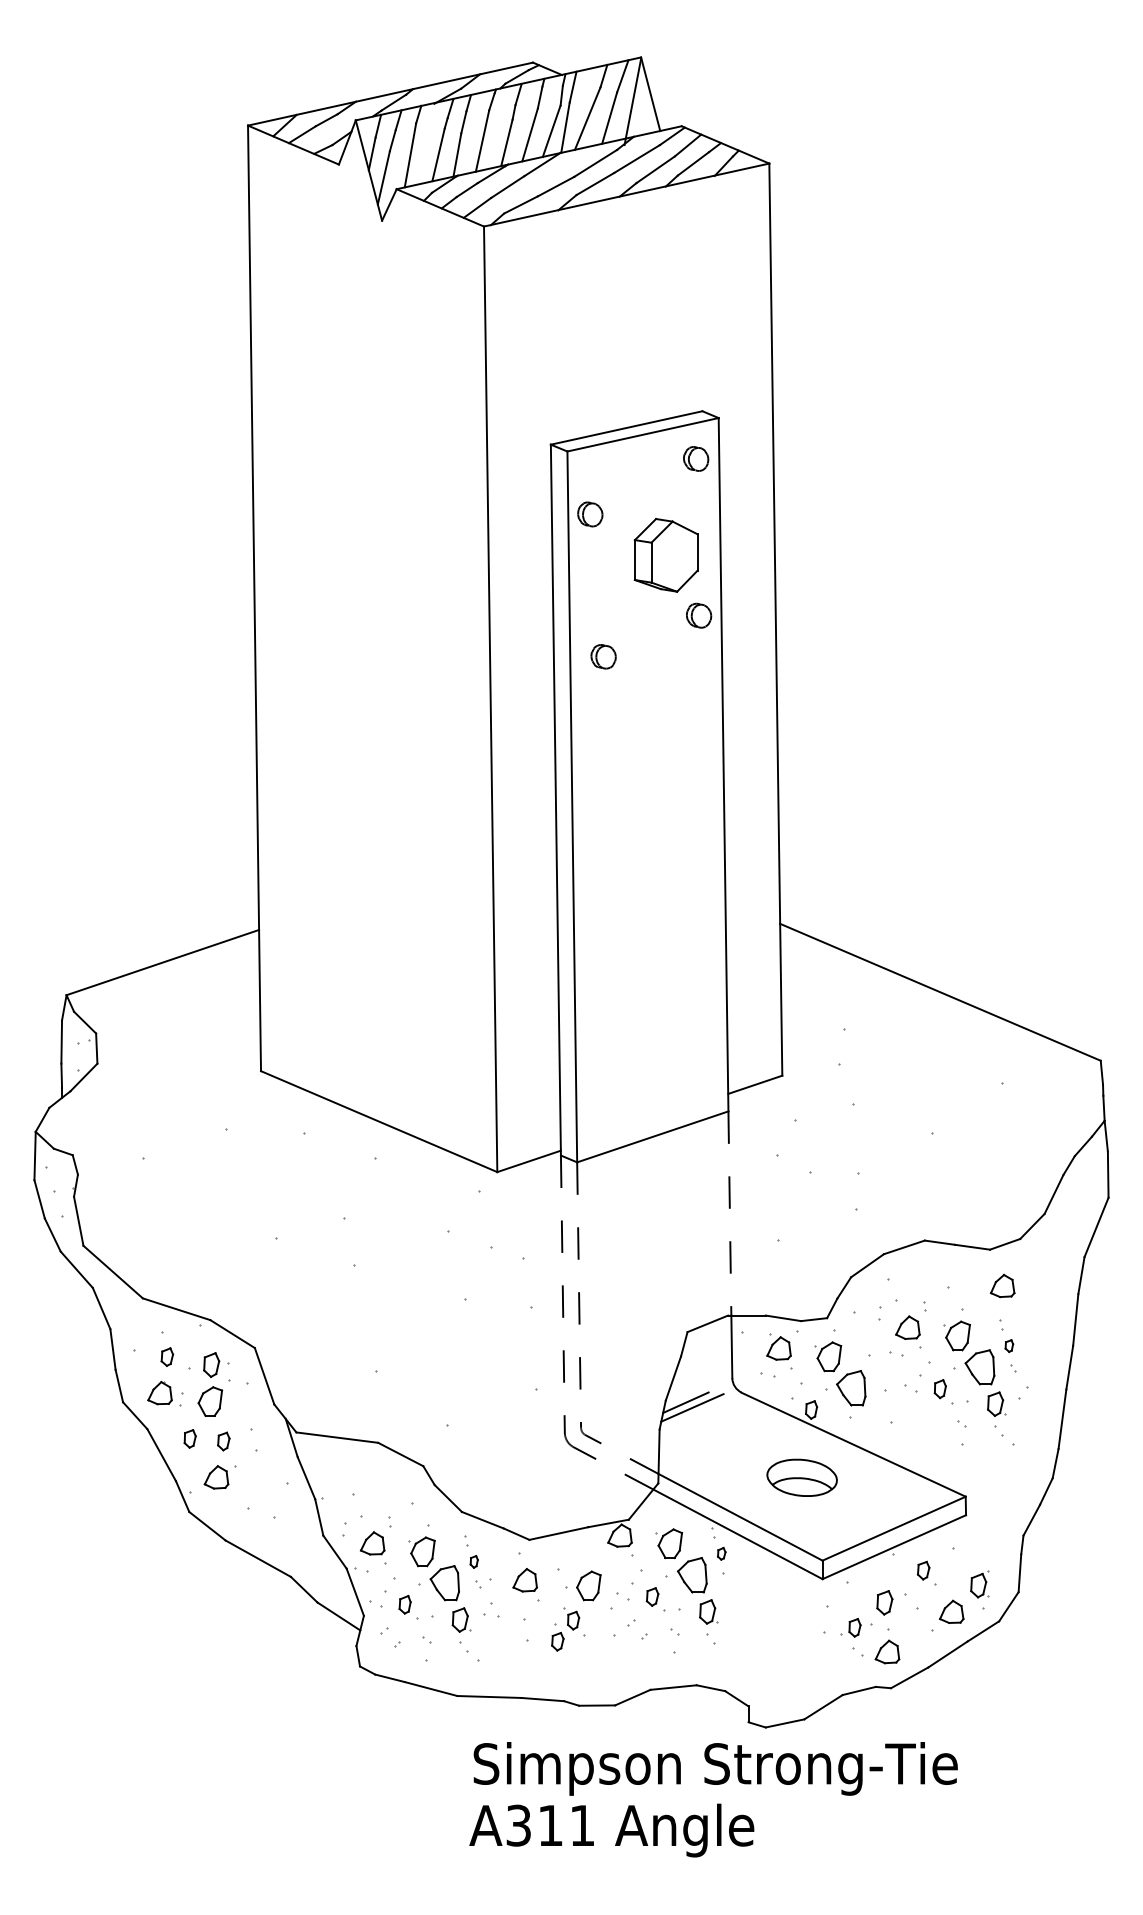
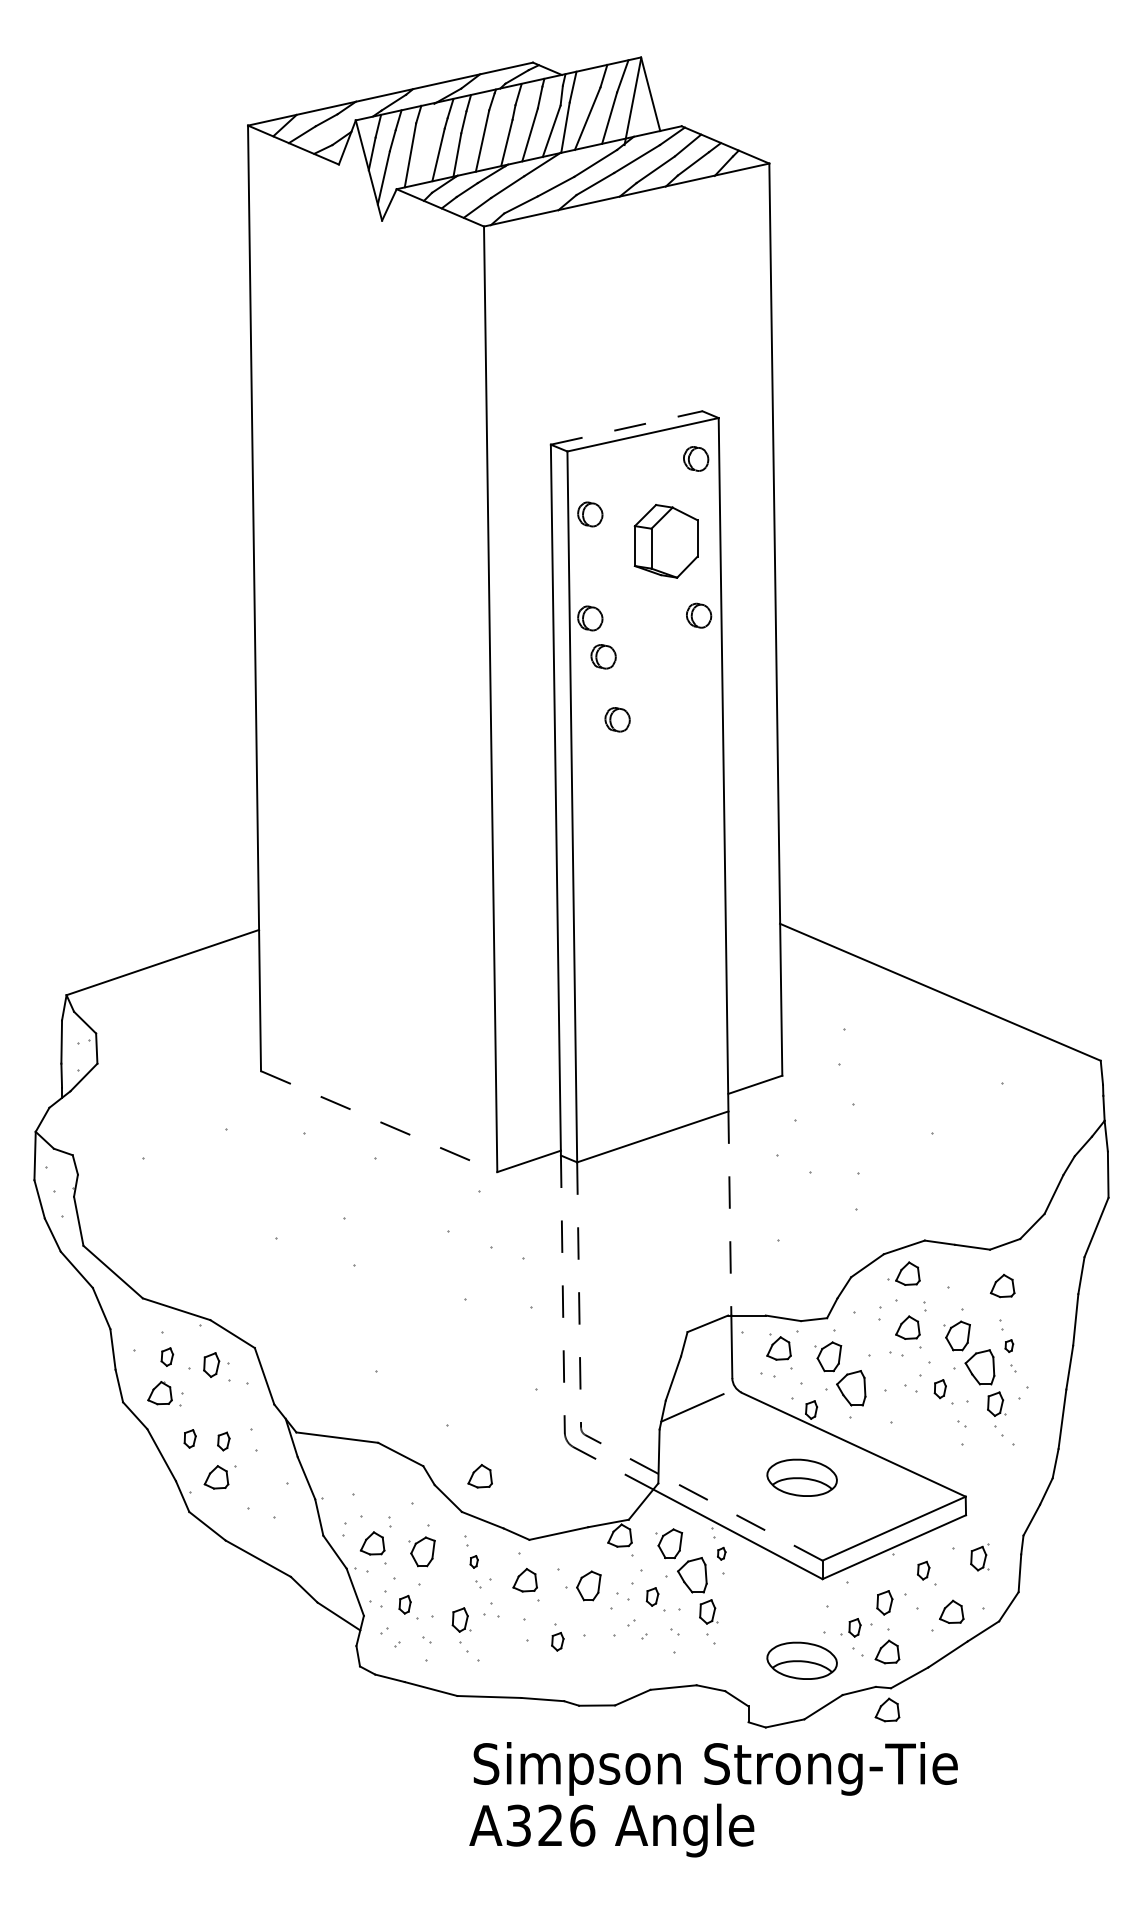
line at (626, 427): solid -> dashed
part at (665, 555) position: (665, 555) -> (665, 541)
part at (590, 618): none -> present
part at (617, 719): none -> present
line at (379, 1121): solid -> dashed
part at (907, 1273): none -> present
part at (210, 1401): present -> none
line at (685, 1402): present -> none
part at (479, 1476): none -> present
line at (740, 1517): solid -> dashed
part at (444, 1583): present -> none
part at (979, 1584) position: (979, 1584) -> (979, 1557)
part at (571, 1618): present -> none
part at (801, 1660): none -> present
part at (887, 1709): none -> present
text at (566, 1825): A311 -> A326
